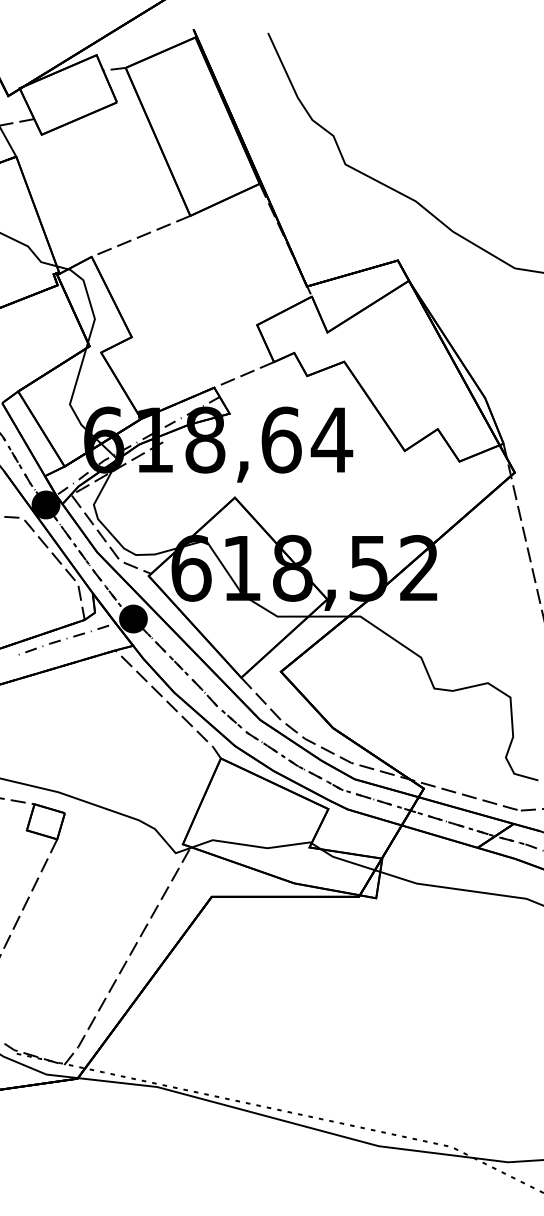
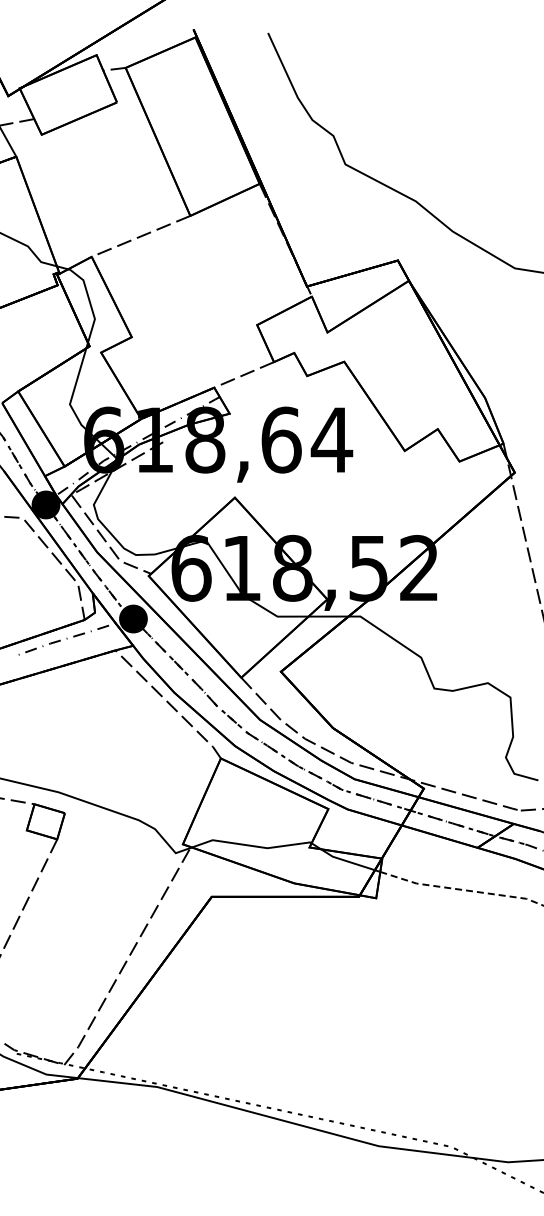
line at (462, 889): solid -> dashed
